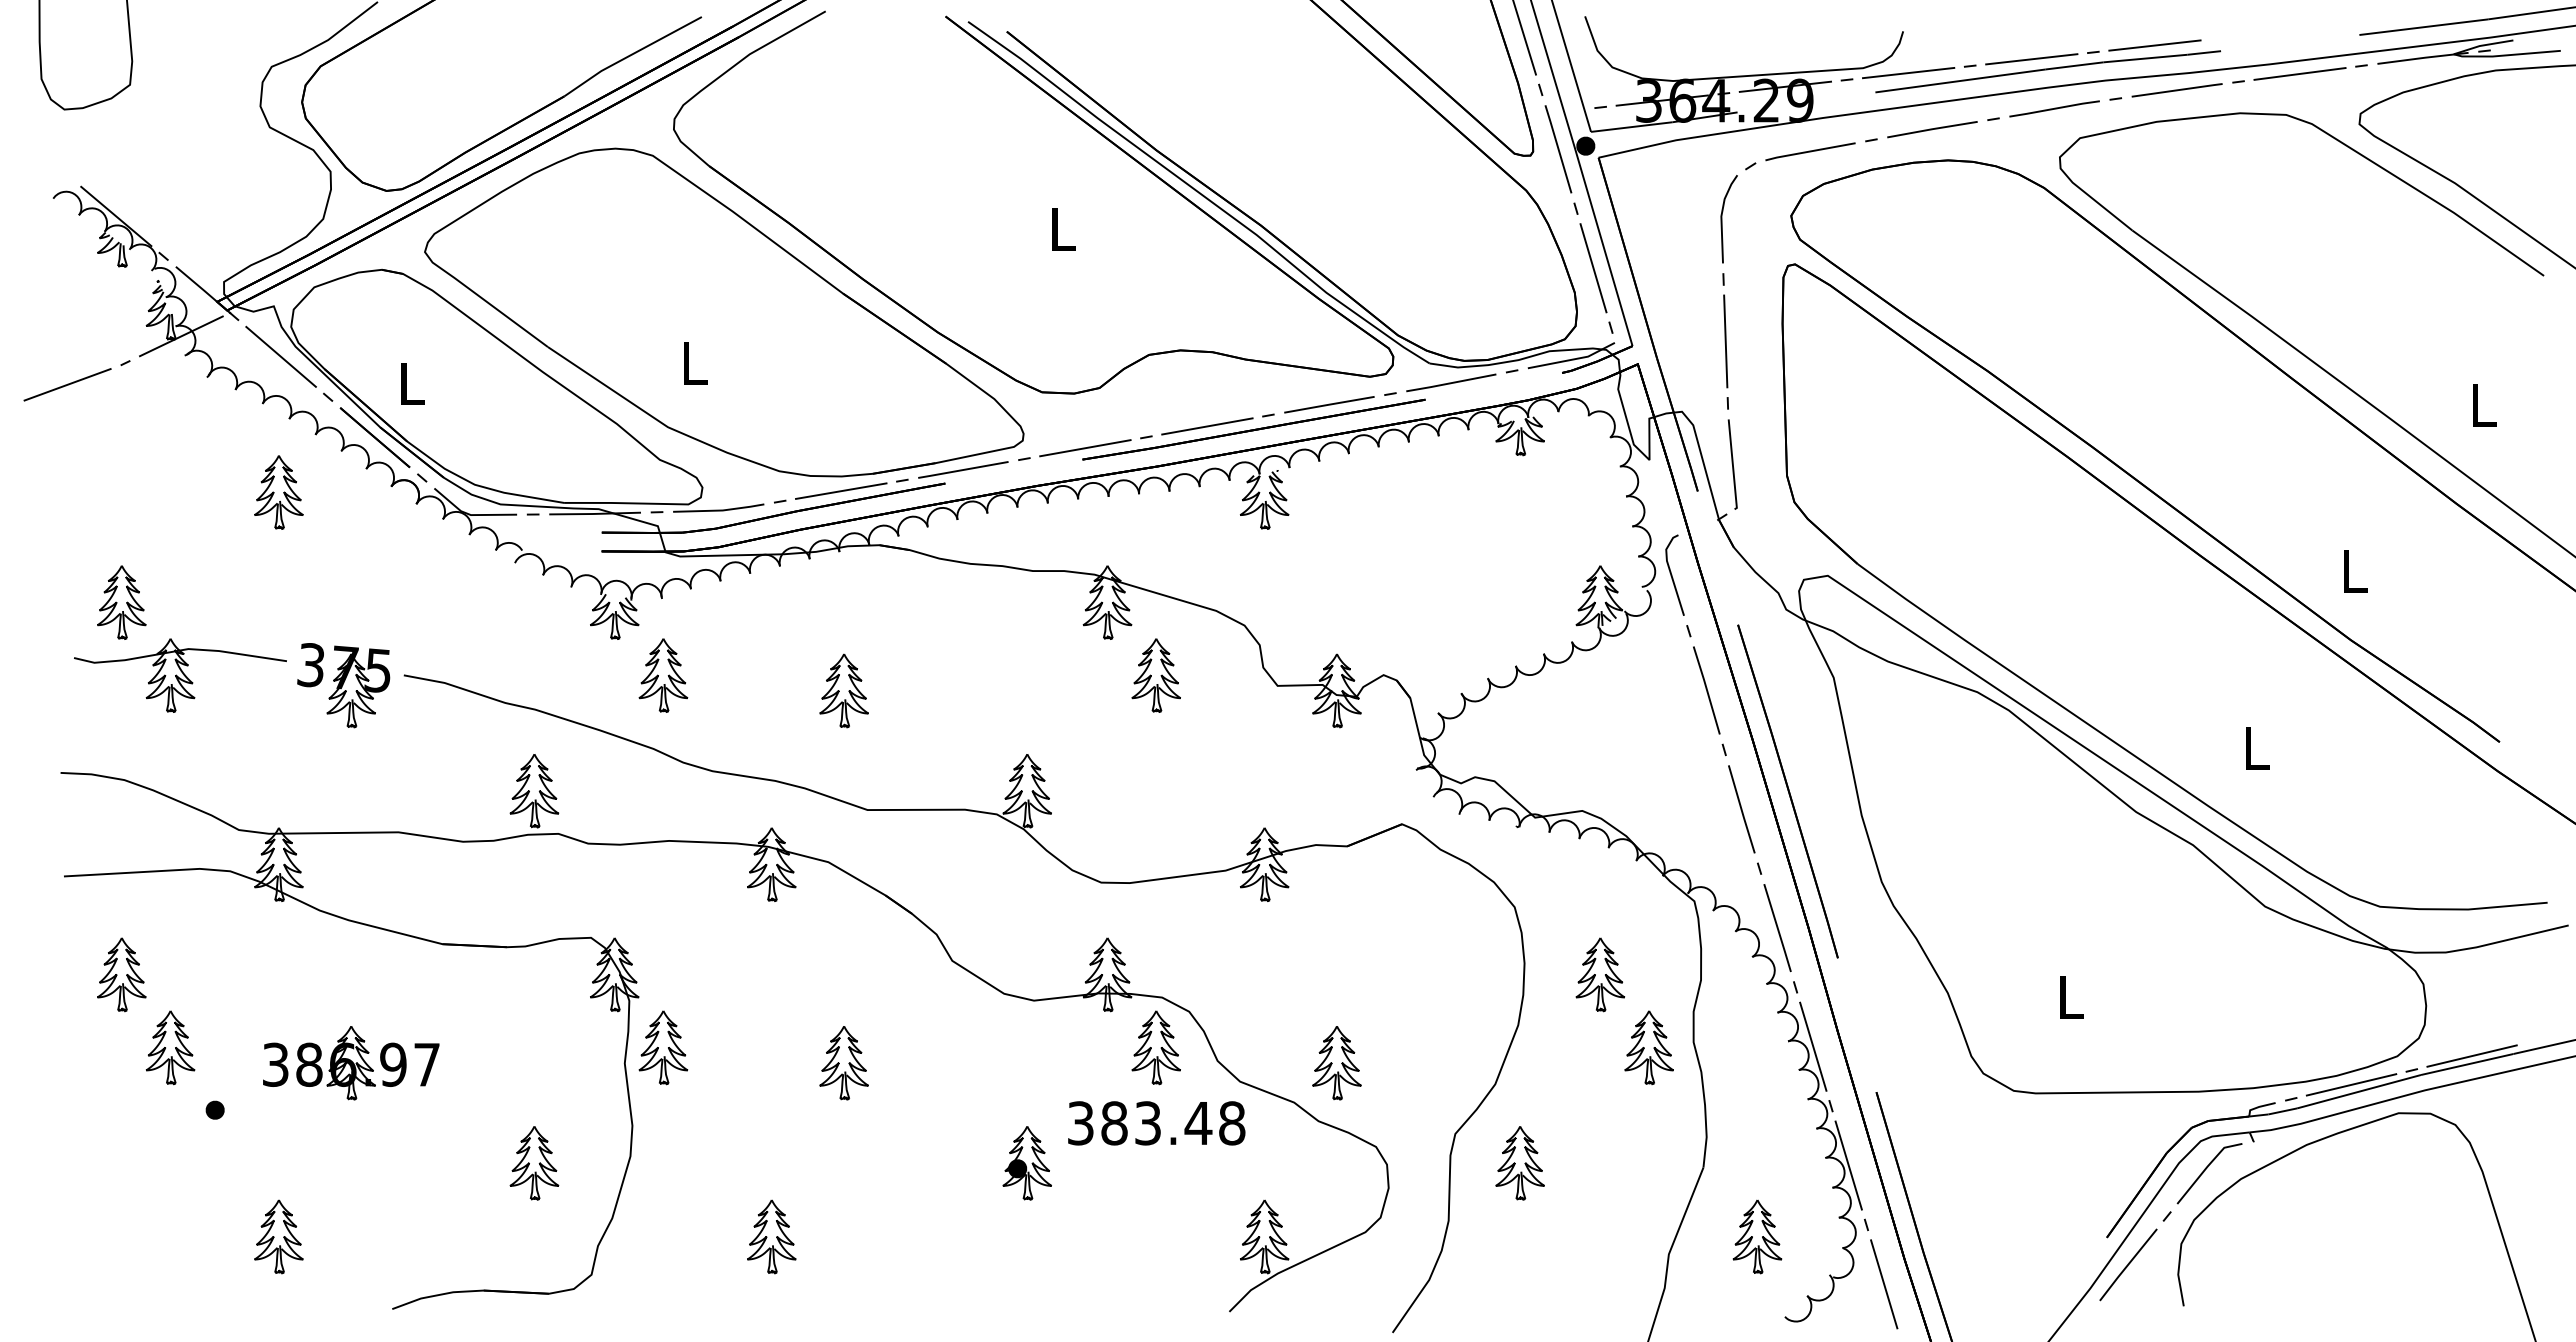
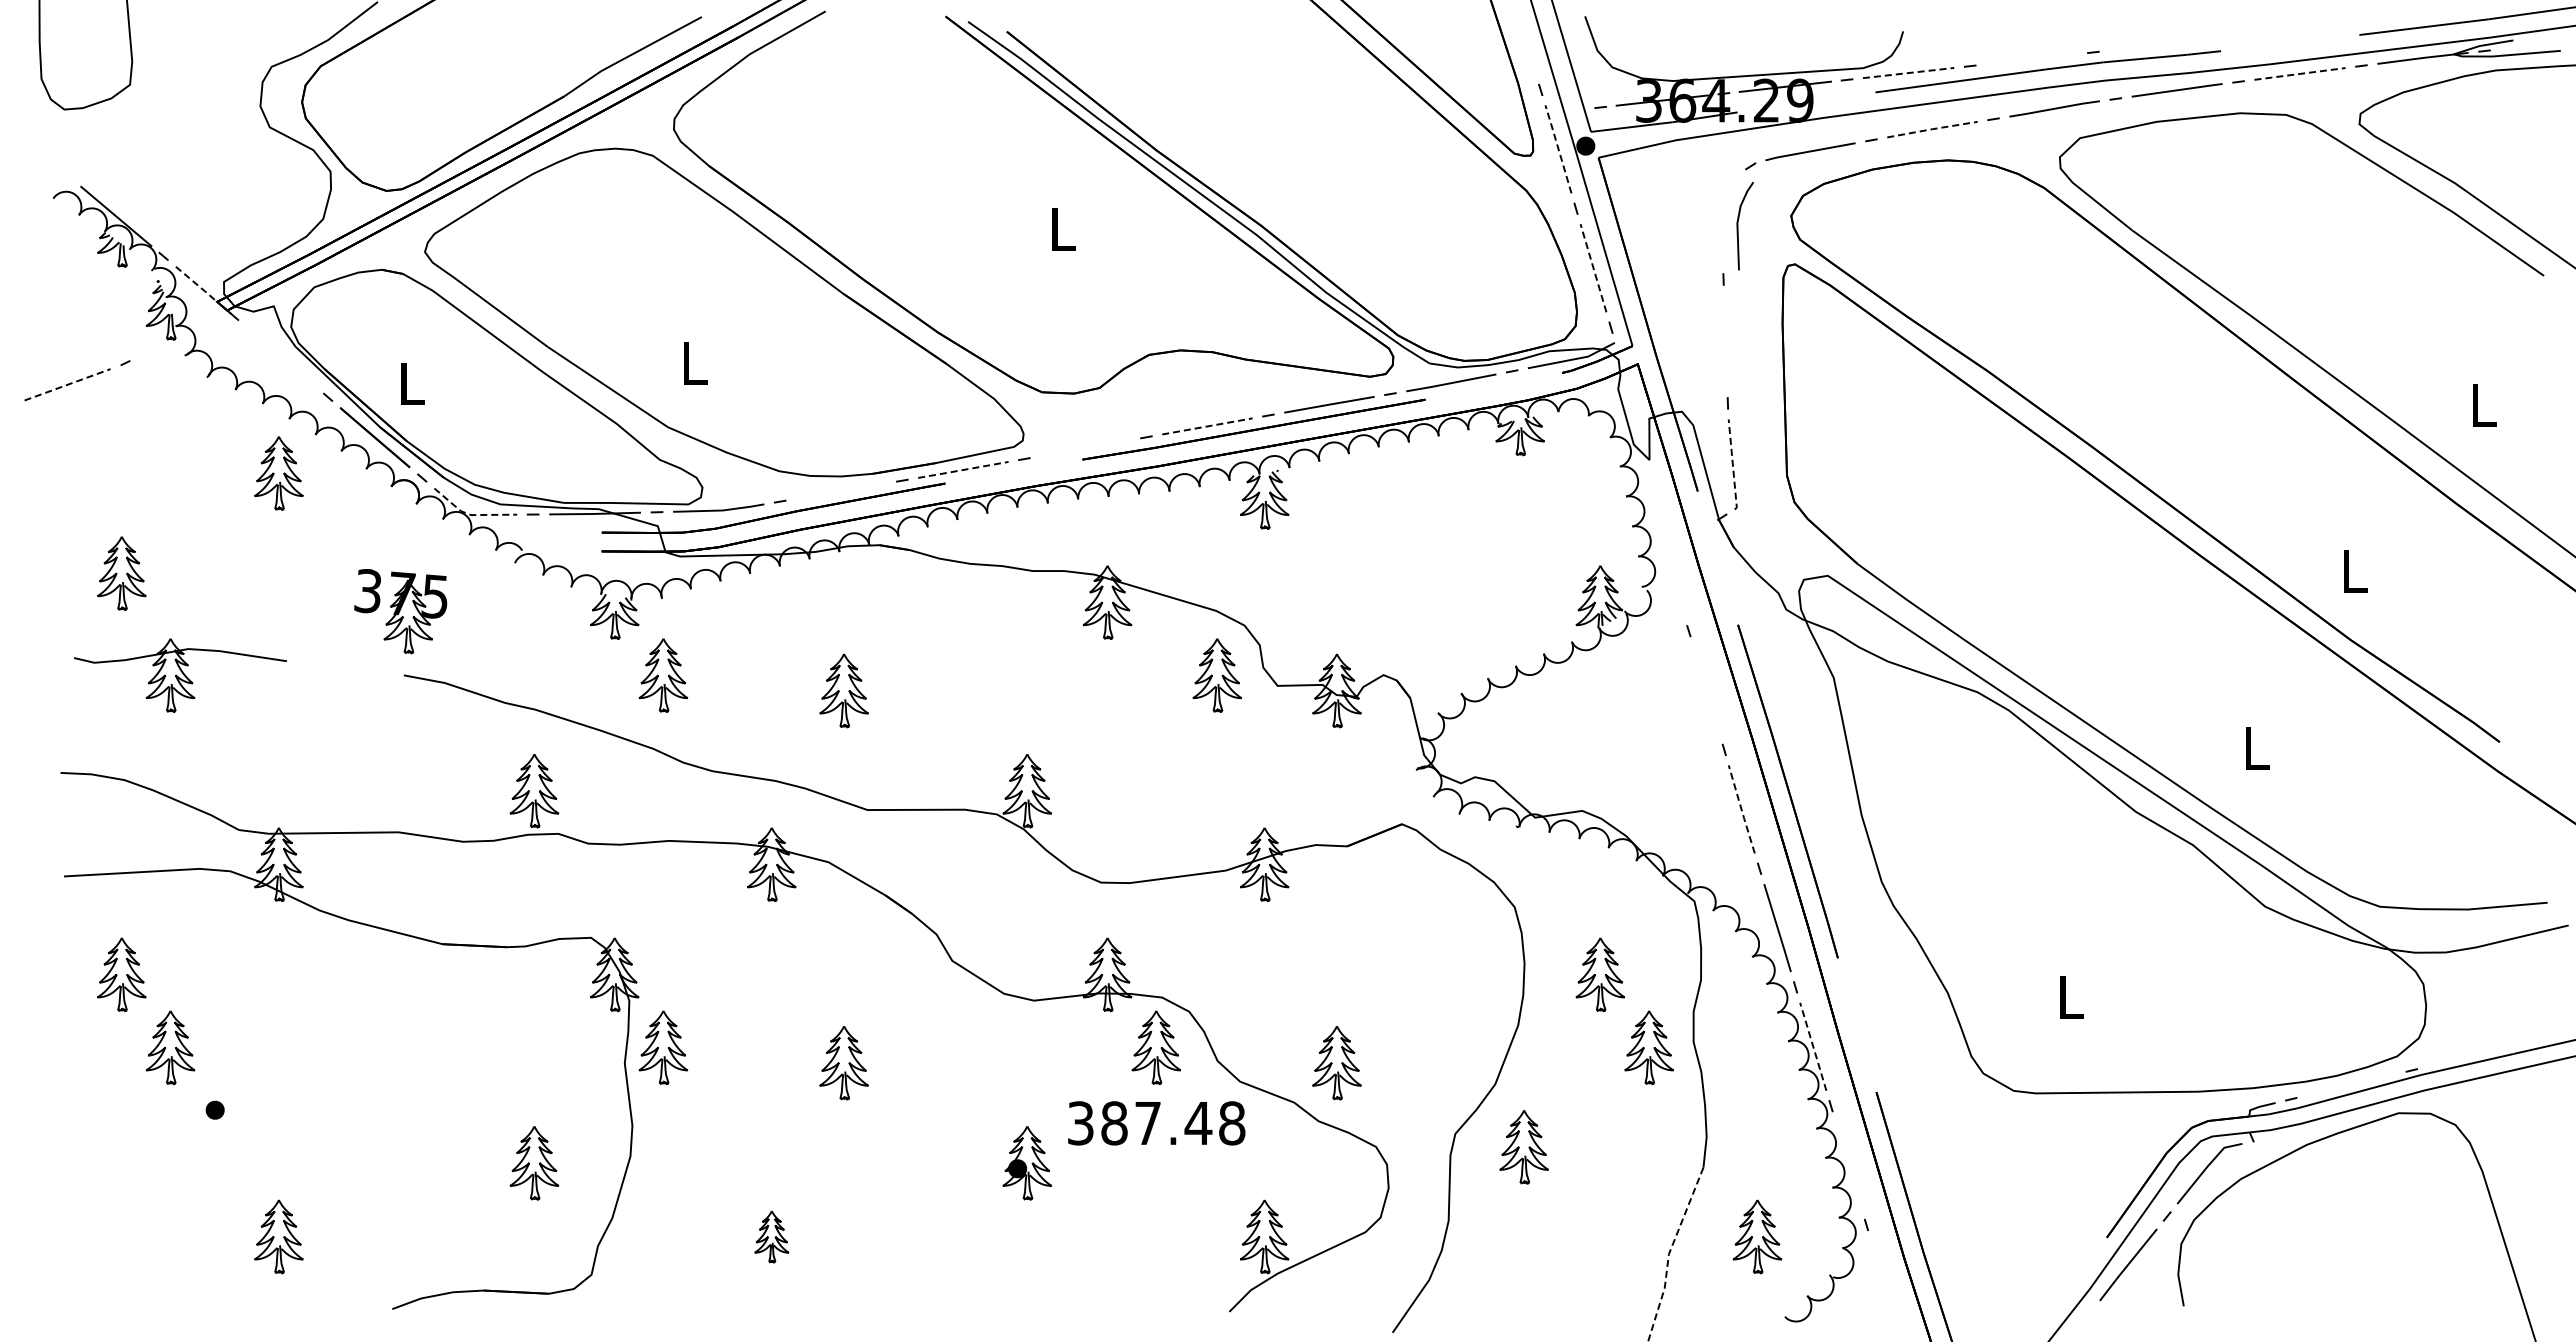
line at (1524, 38): present -> none
line at (2154, 45): present -> none
line at (2031, 59): present -> none
line at (1908, 73): solid -> dashed
line at (2300, 73): solid -> dashed
line at (1932, 129): solid -> dashed
line at (1558, 148): solid -> dashed
line at (1722, 219) position: (1722, 219) -> (1738, 226)
line at (1593, 268): solid -> dashed
line at (197, 284): solid -> dashed
line at (181, 336): present -> none
line at (1725, 341): present -> none
line at (280, 356): present -> none
line at (67, 384): solid -> dashed
line at (1207, 426): solid -> dashed
line at (1085, 448): present -> none
line at (1732, 465): solid -> dashed
line at (962, 470): solid -> dashed
line at (841, 490): present -> none
part at (278, 492) position: (278, 492) -> (278, 473)
line at (470, 515): solid -> dashed
line at (1672, 574): present -> none
part at (121, 602) position: (121, 602) -> (121, 573)
part at (1155, 675) position: (1155, 675) -> (1216, 675)
part at (343, 685) position: (343, 685) -> (400, 611)
line at (1706, 690): present -> none
line at (1741, 809): solid -> dashed
line at (1813, 1046): solid -> dashed
line at (2471, 1055): present -> none
part at (351, 1063): present -> none
line at (2351, 1084): present -> none
text at (1147, 1123): 383.48 -> 387.48
part at (1519, 1163) position: (1519, 1163) -> (1523, 1147)
line at (1848, 1165): present -> none
part at (771, 1236) size: 50x76 px -> 36x53 px
line at (1668, 1254): solid -> dashed
line at (1884, 1284): present -> none
